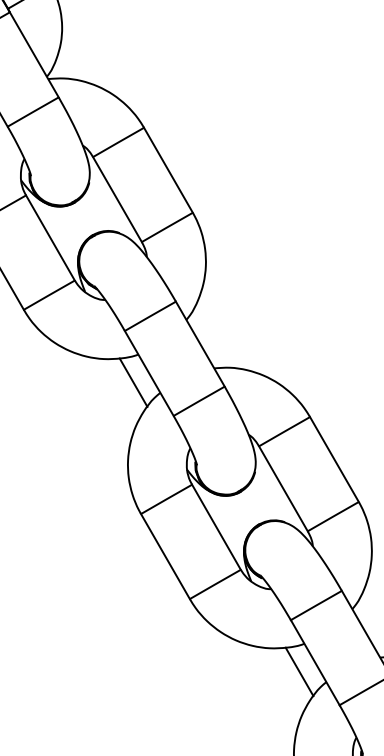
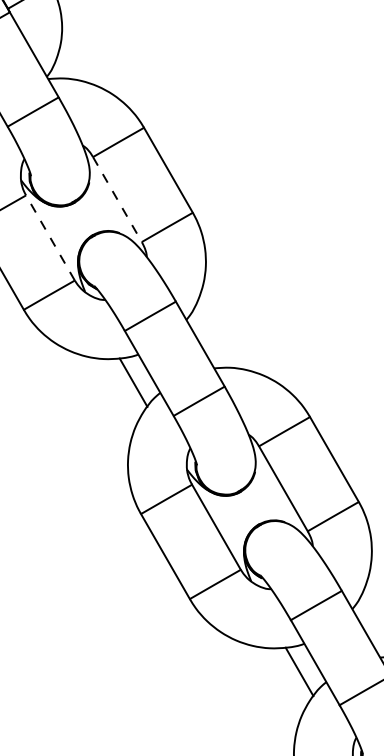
line at (117, 200): solid -> dashed
line at (50, 237): solid -> dashed
